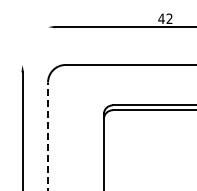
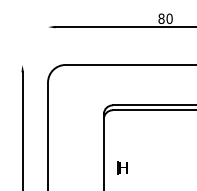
text at (165, 18): 42 -> 80
line at (48, 136): dashed -> solid
part at (122, 167): none -> present
